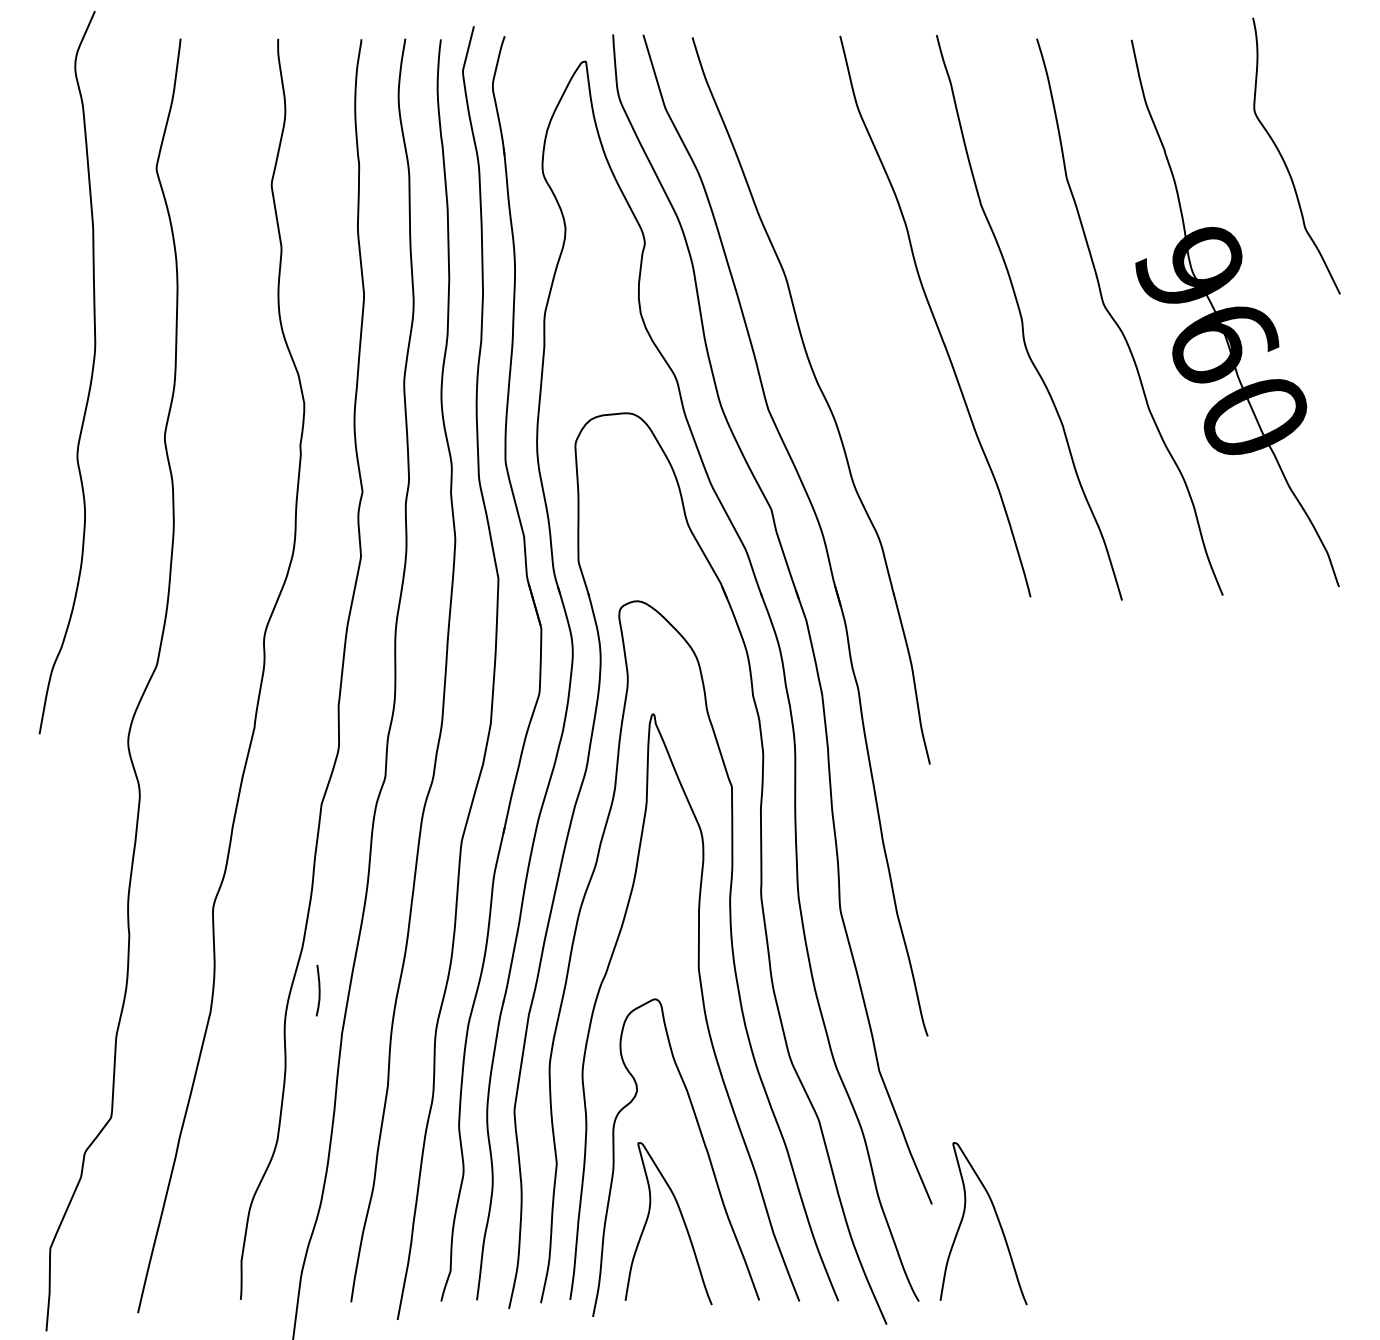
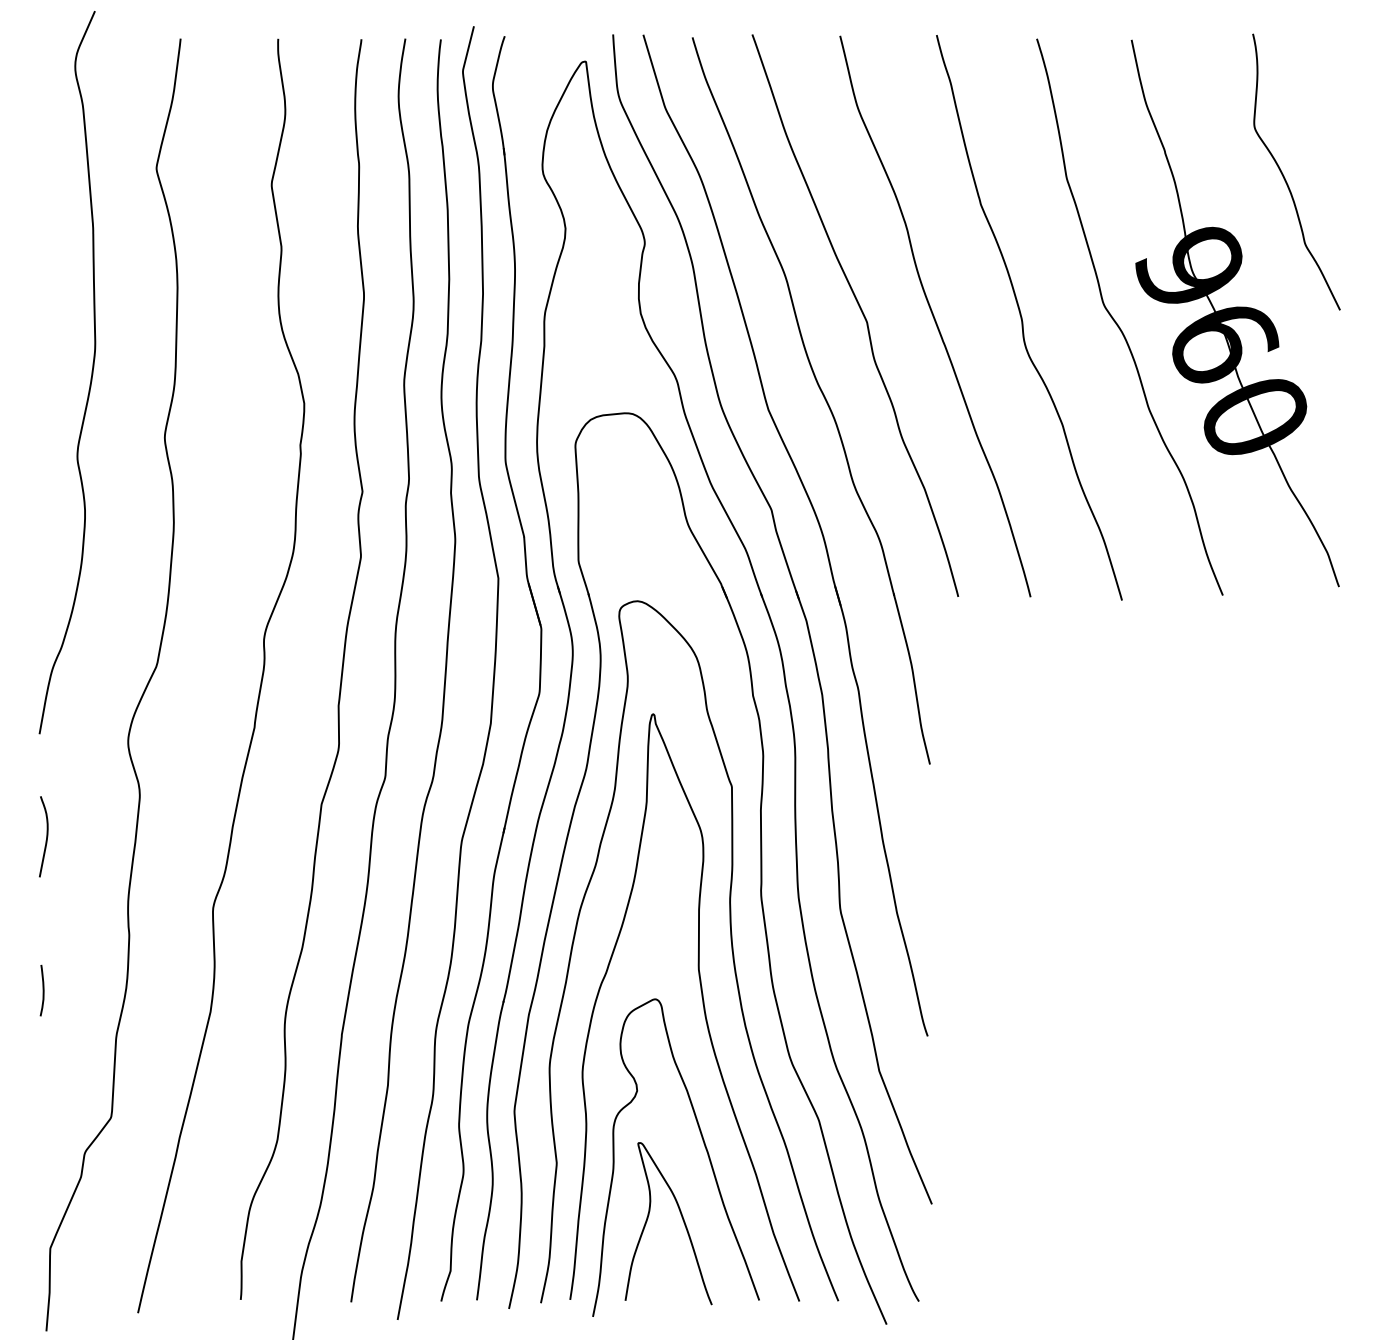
curve at (1284, 159) position: (1284, 159) -> (1284, 175)
curve at (861, 312): none -> present
curve at (46, 836): none -> present
curve at (318, 990) position: (318, 990) -> (42, 990)
curve at (996, 1217): present -> none
